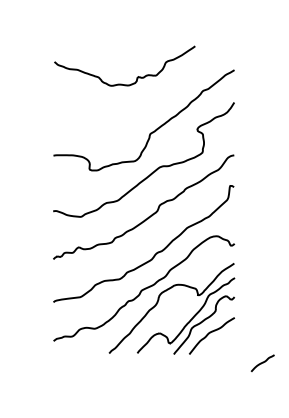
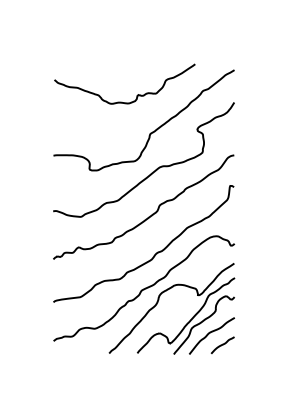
curve at (136, 77) position: (136, 77) -> (136, 95)
curve at (262, 362) position: (262, 362) -> (222, 344)
